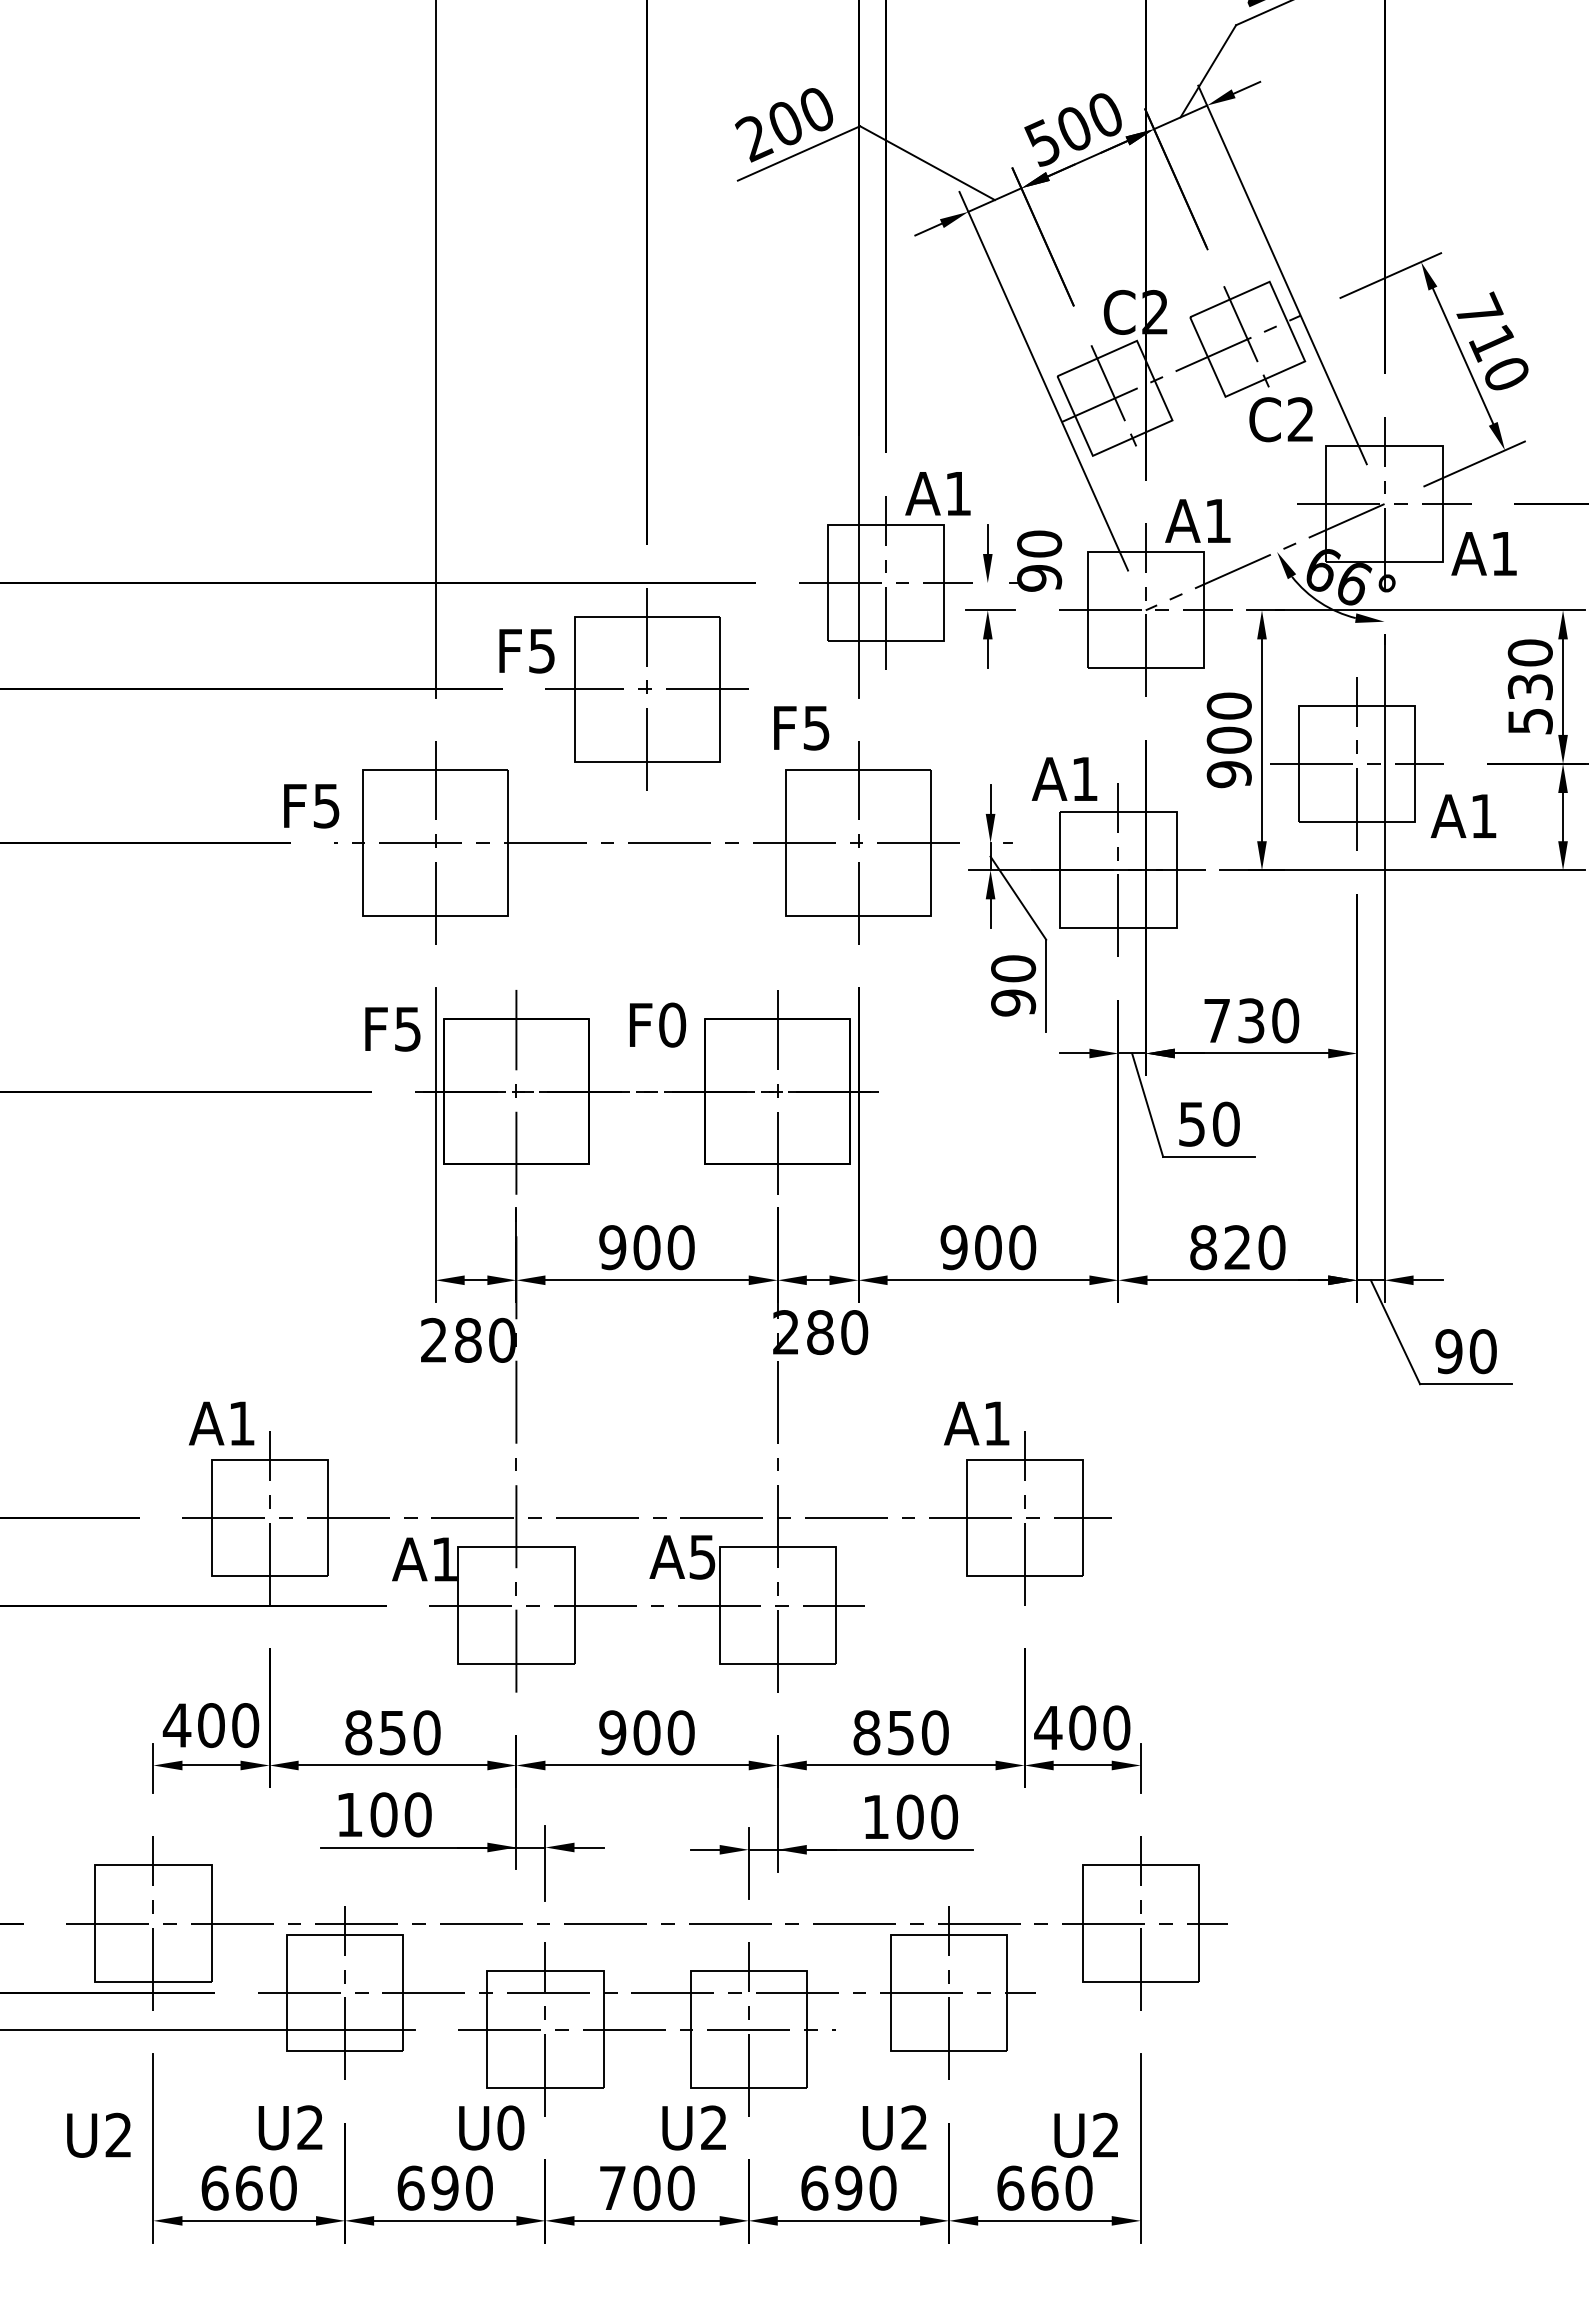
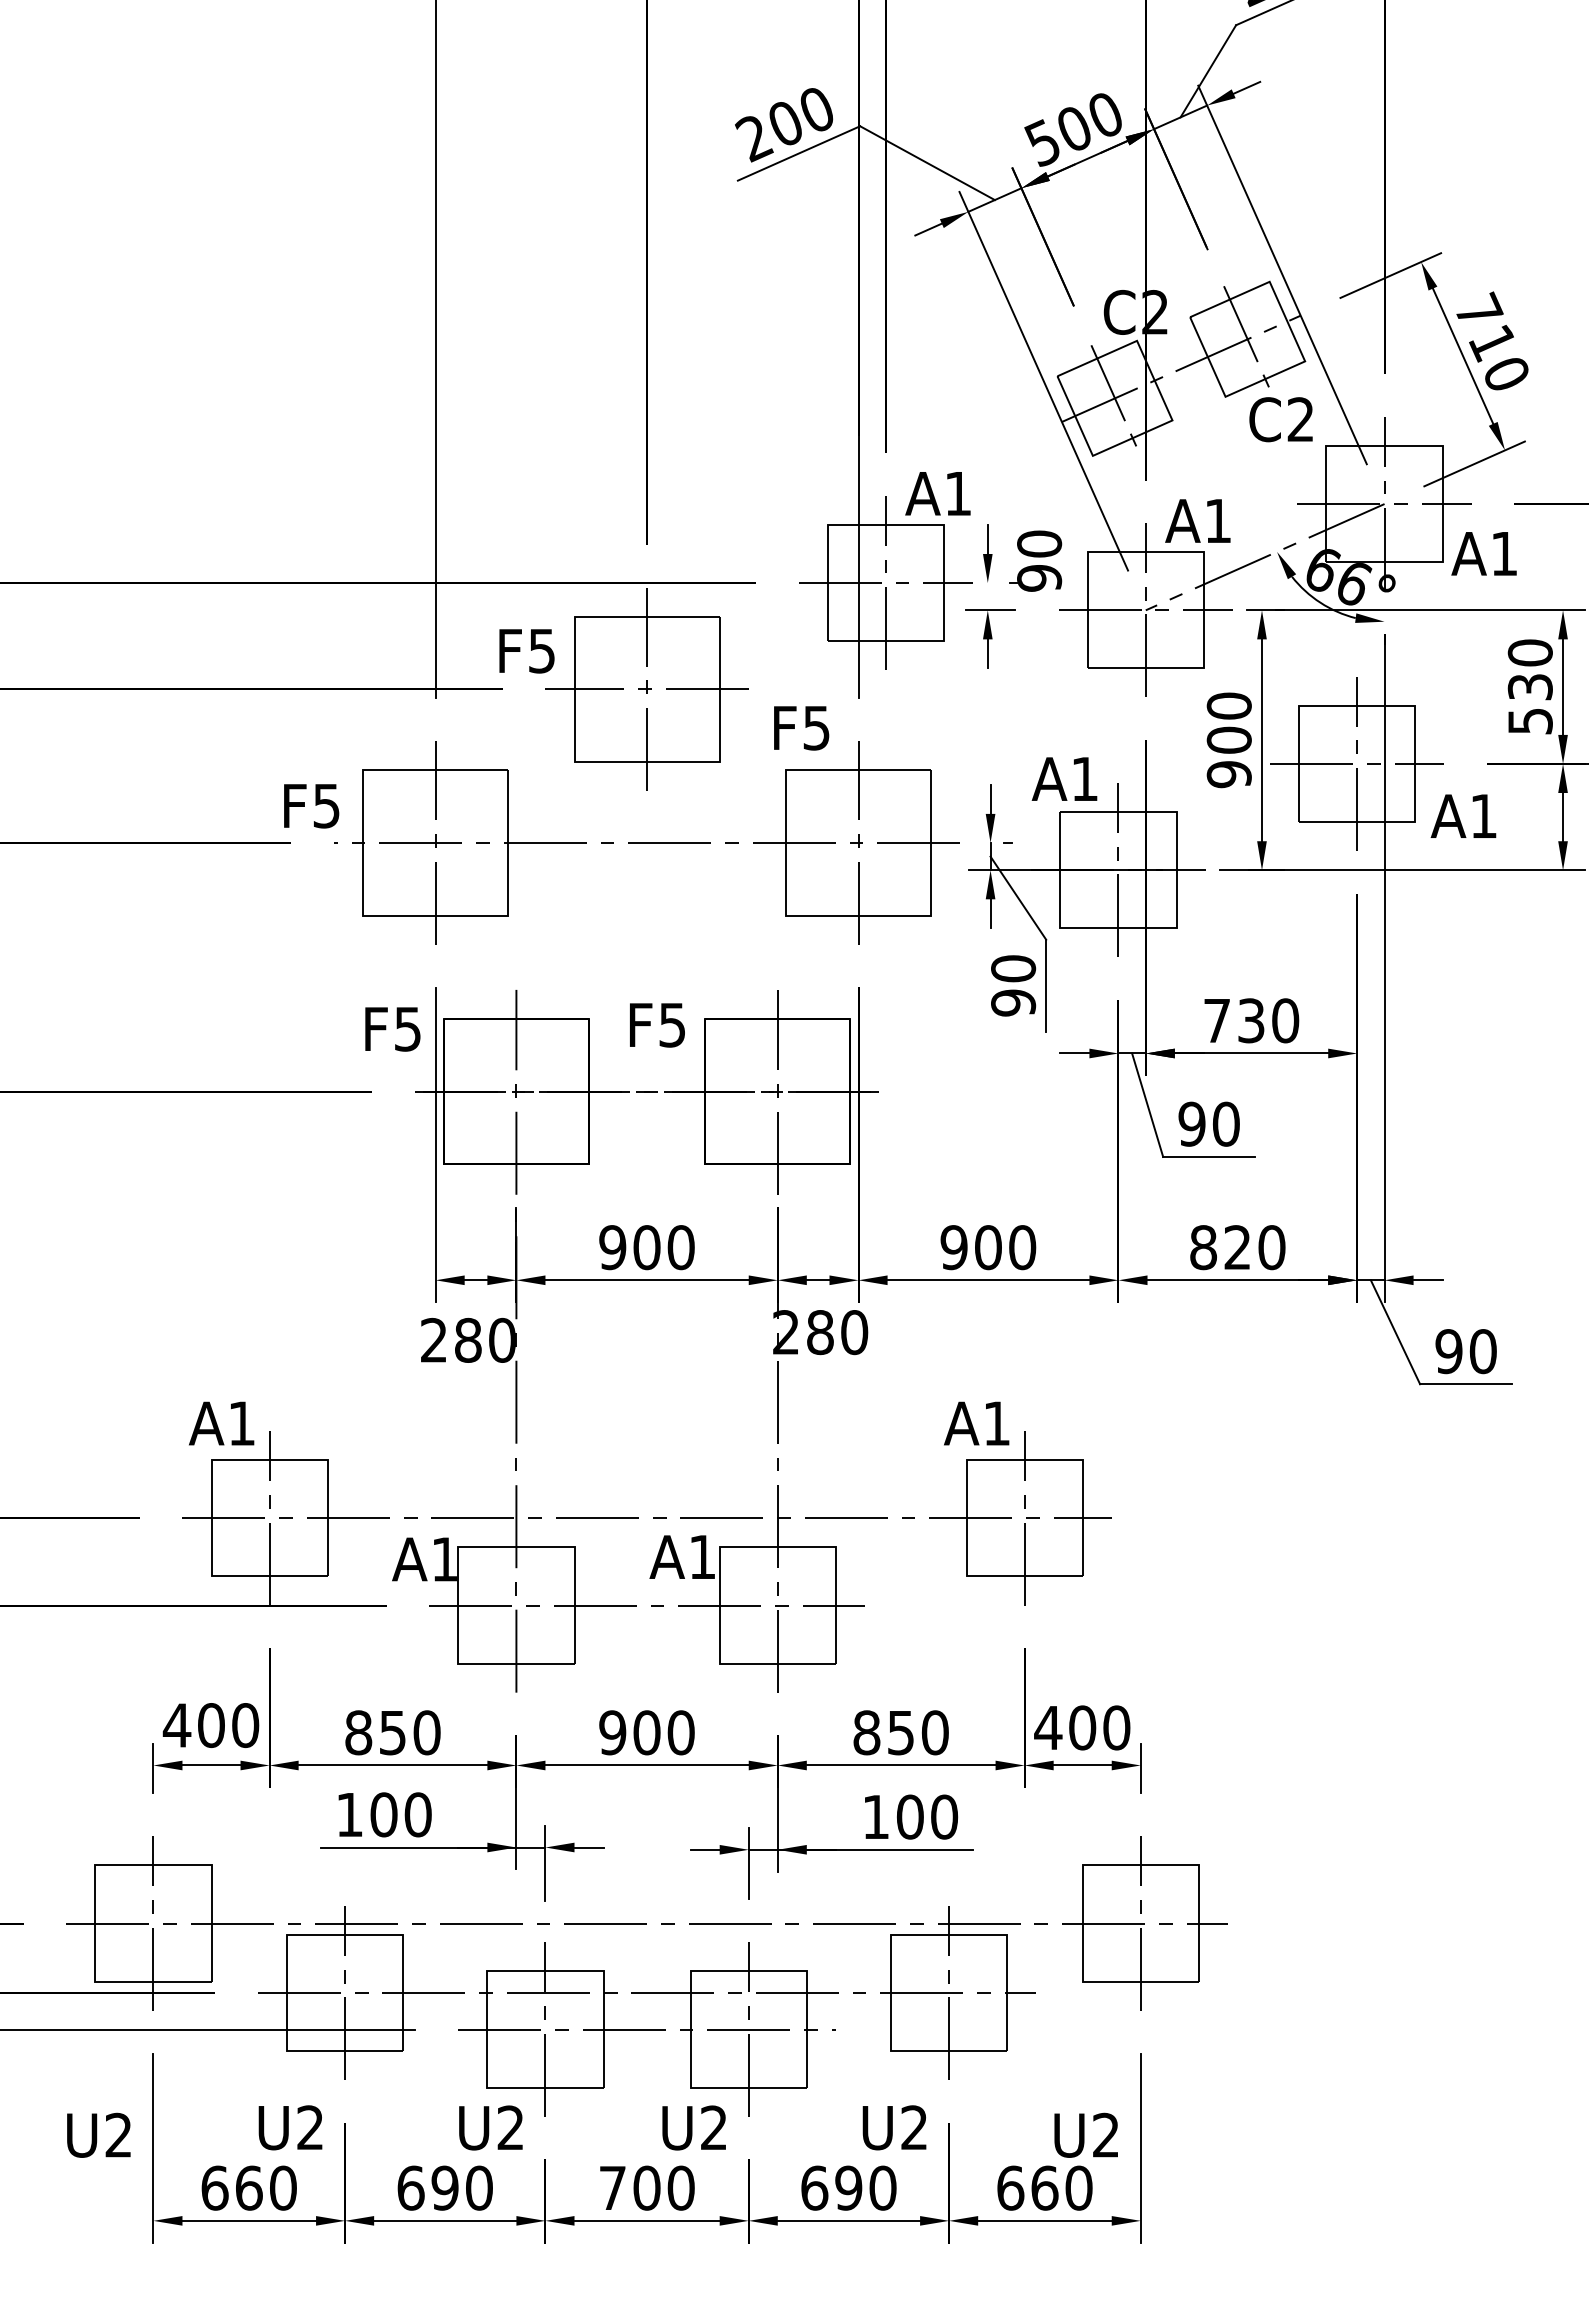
text at (672, 1024): F0 -> F5
text at (1191, 1123): 50 -> 90
text at (702, 1557): A5 -> A1
text at (510, 2127): U0 -> U2
